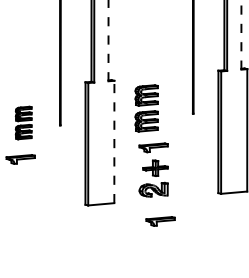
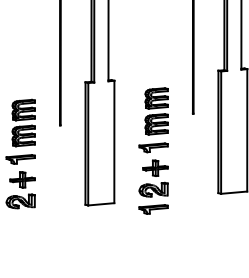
line at (241, 34): dashed -> solid
line at (108, 40): dashed -> solid
part at (146, 108) position: (146, 108) -> (156, 111)
part at (23, 122) size: 19x36 px -> 25x50 px
line at (114, 141): dashed -> solid
part at (20, 190): none -> present
part at (160, 221) position: (160, 221) -> (153, 209)
